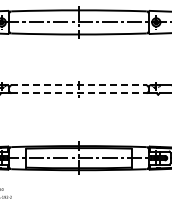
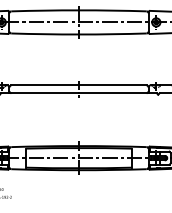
line at (79, 85): dashed -> solid
line at (79, 93): dashed -> solid
